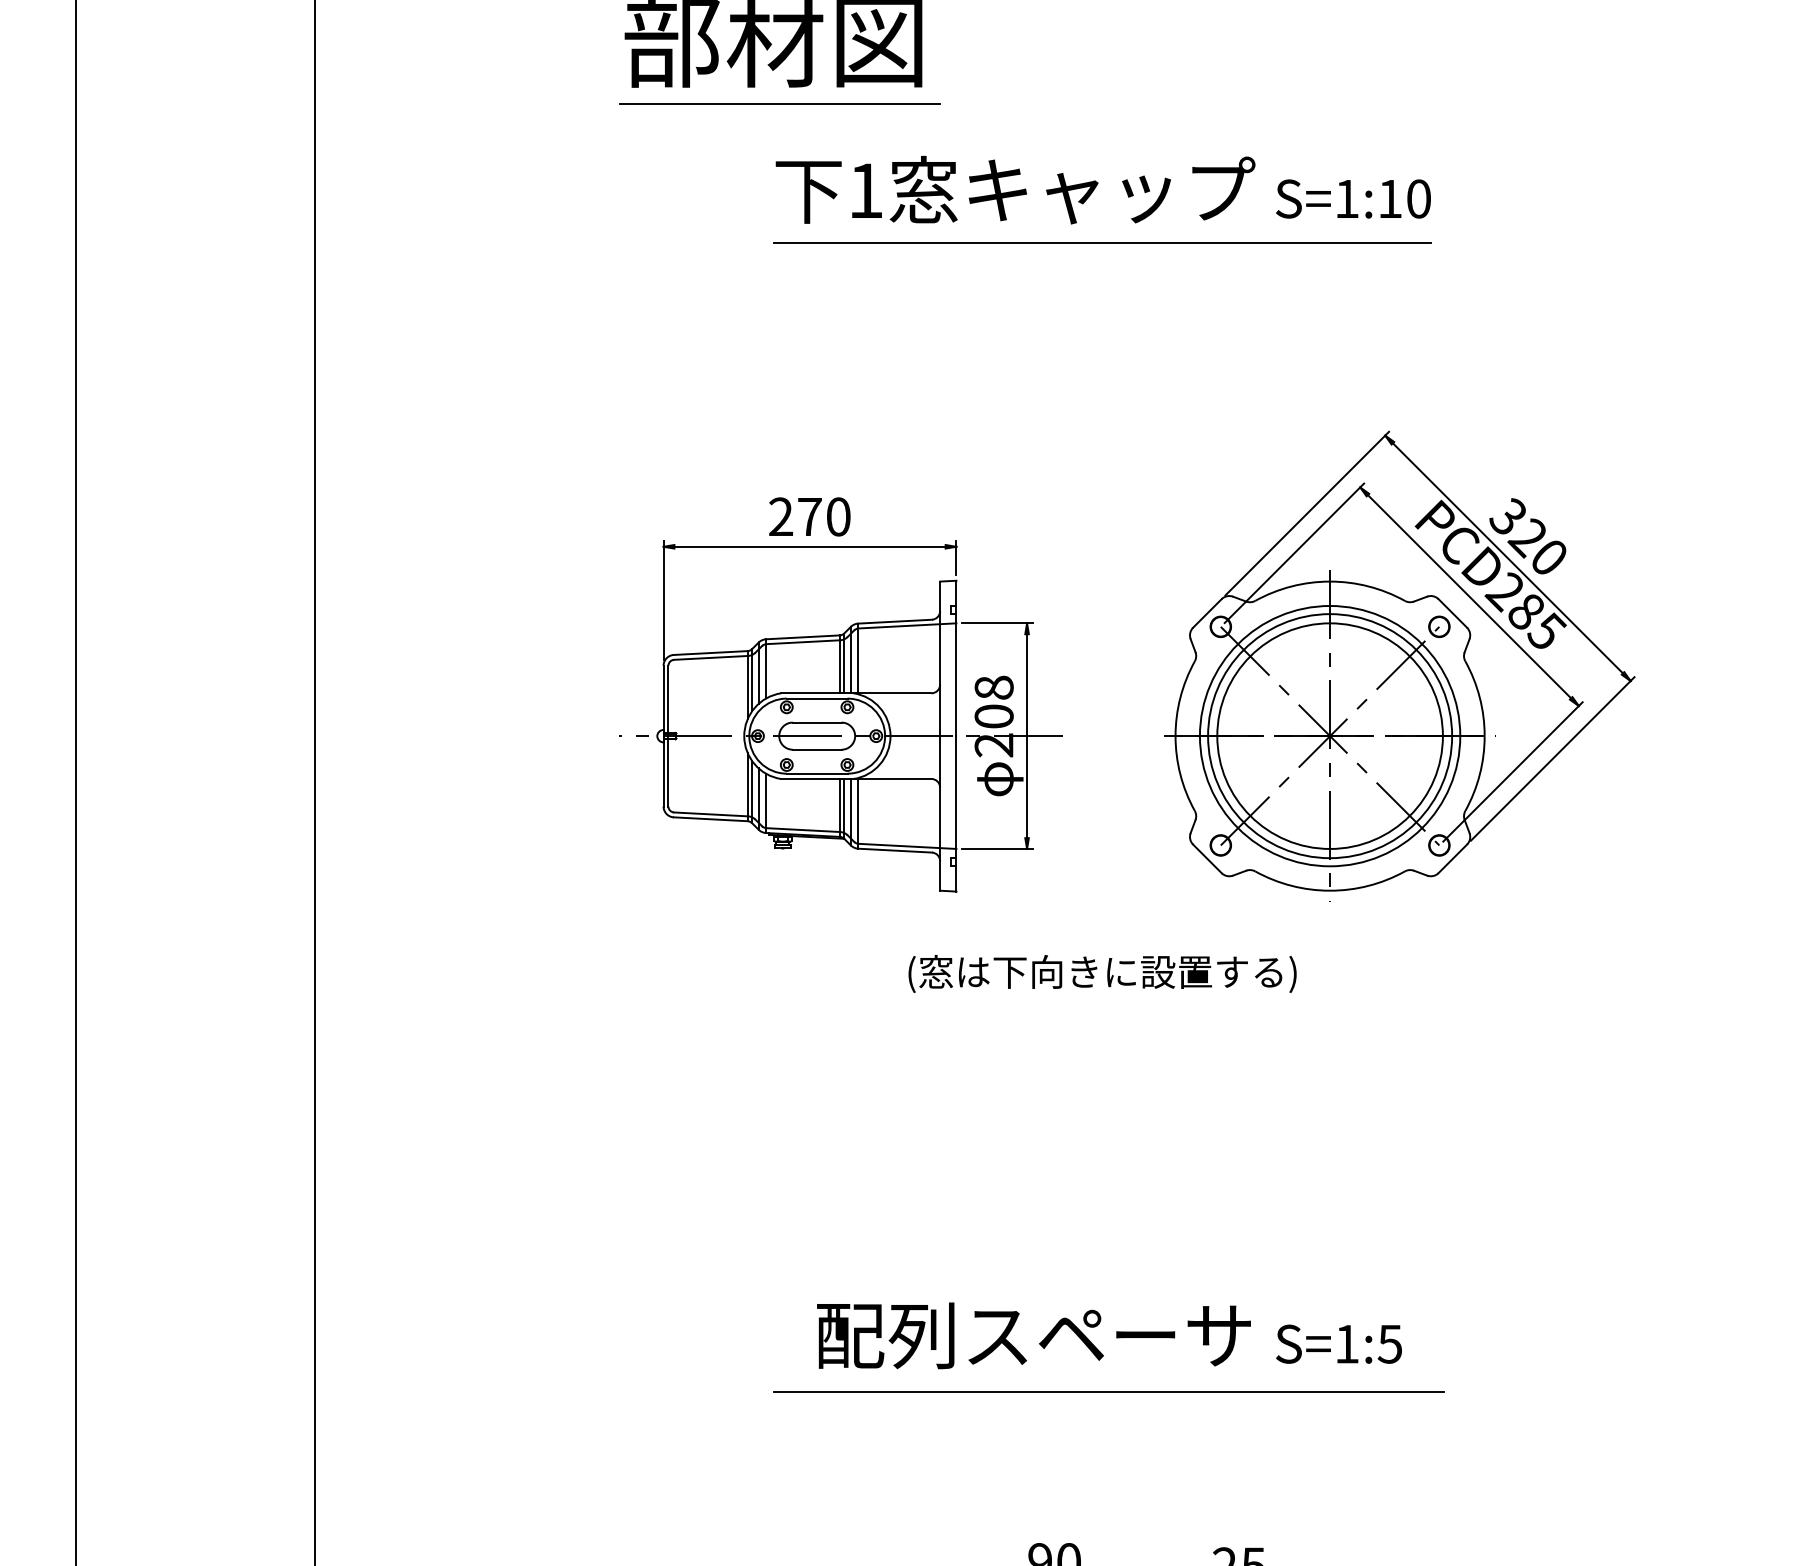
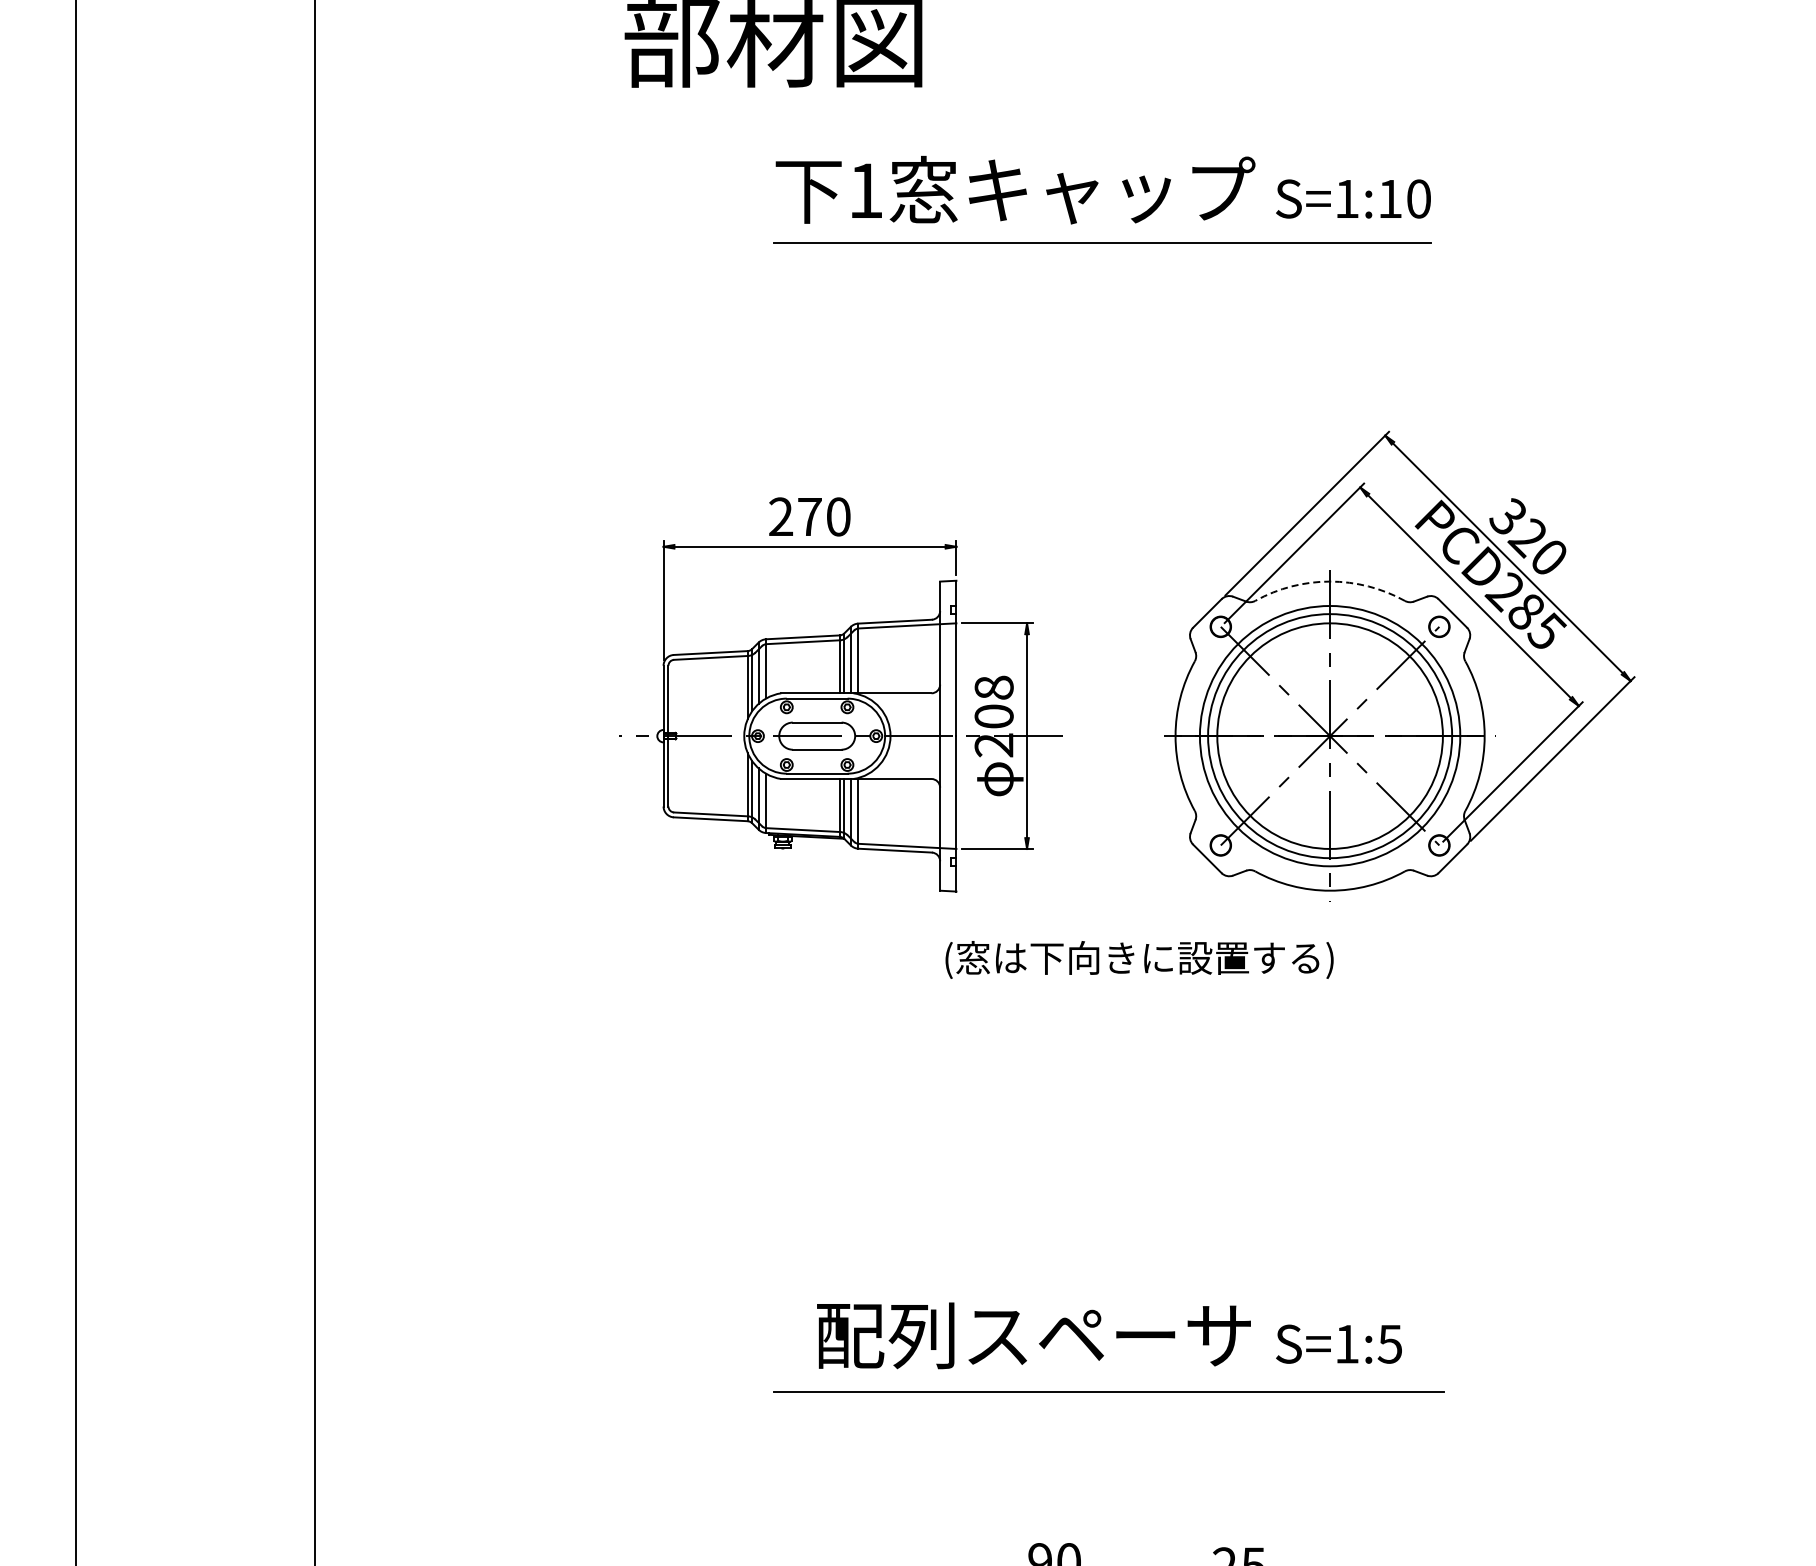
line at (779, 103): present -> none
arc at (1330, 581): solid -> dashed
text at (1102, 973) position: (1102, 973) -> (1139, 959)
